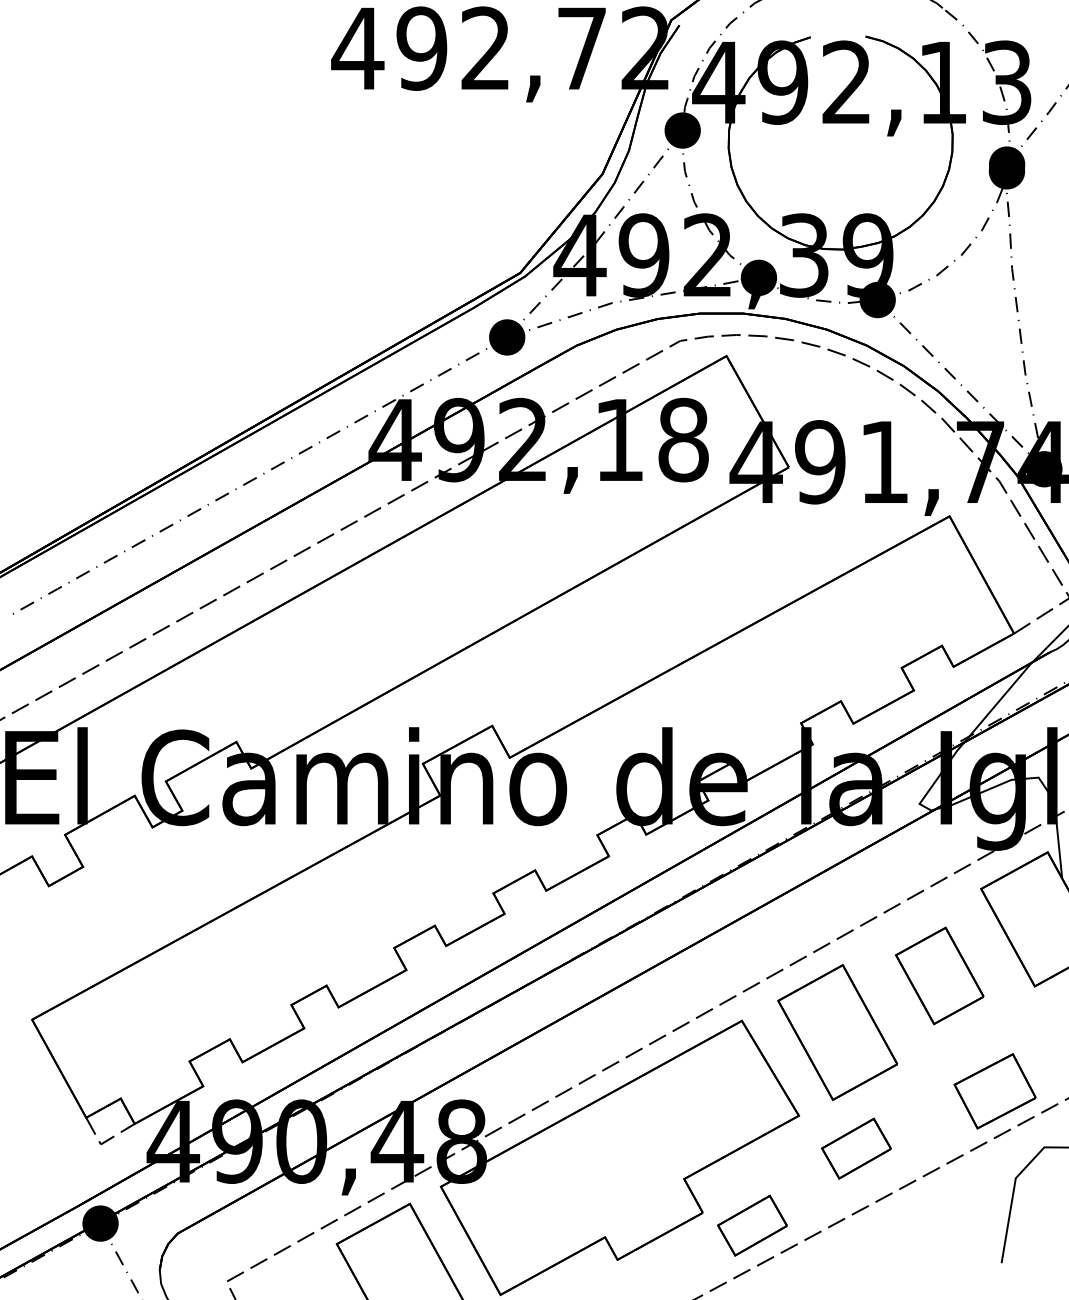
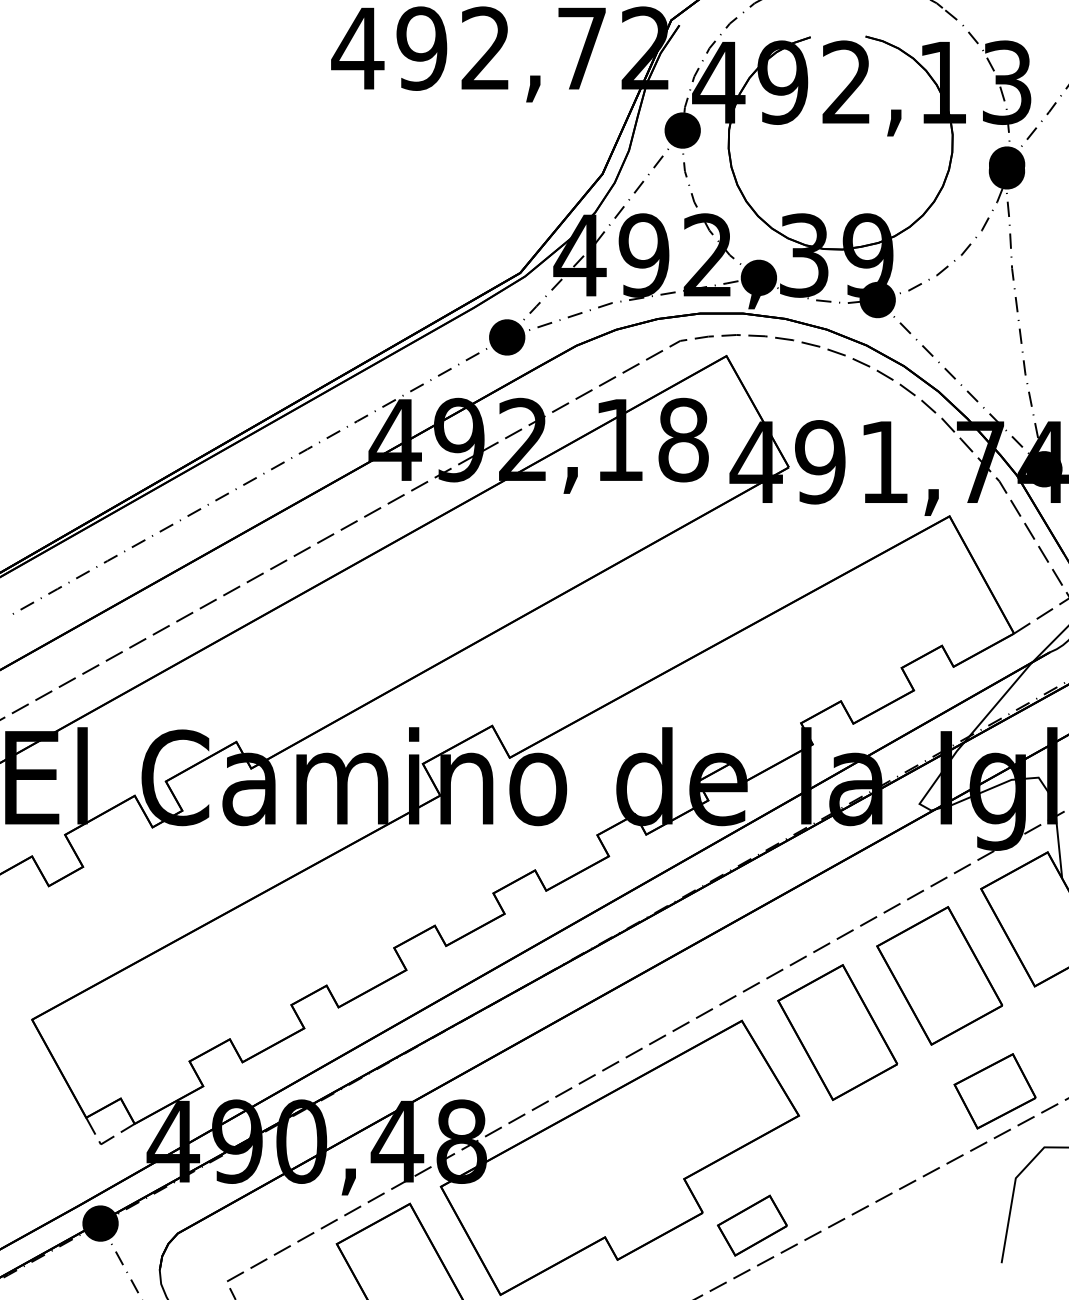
part at (939, 975) size: 90x100 px -> 128x140 px
part at (856, 1148): present -> none
